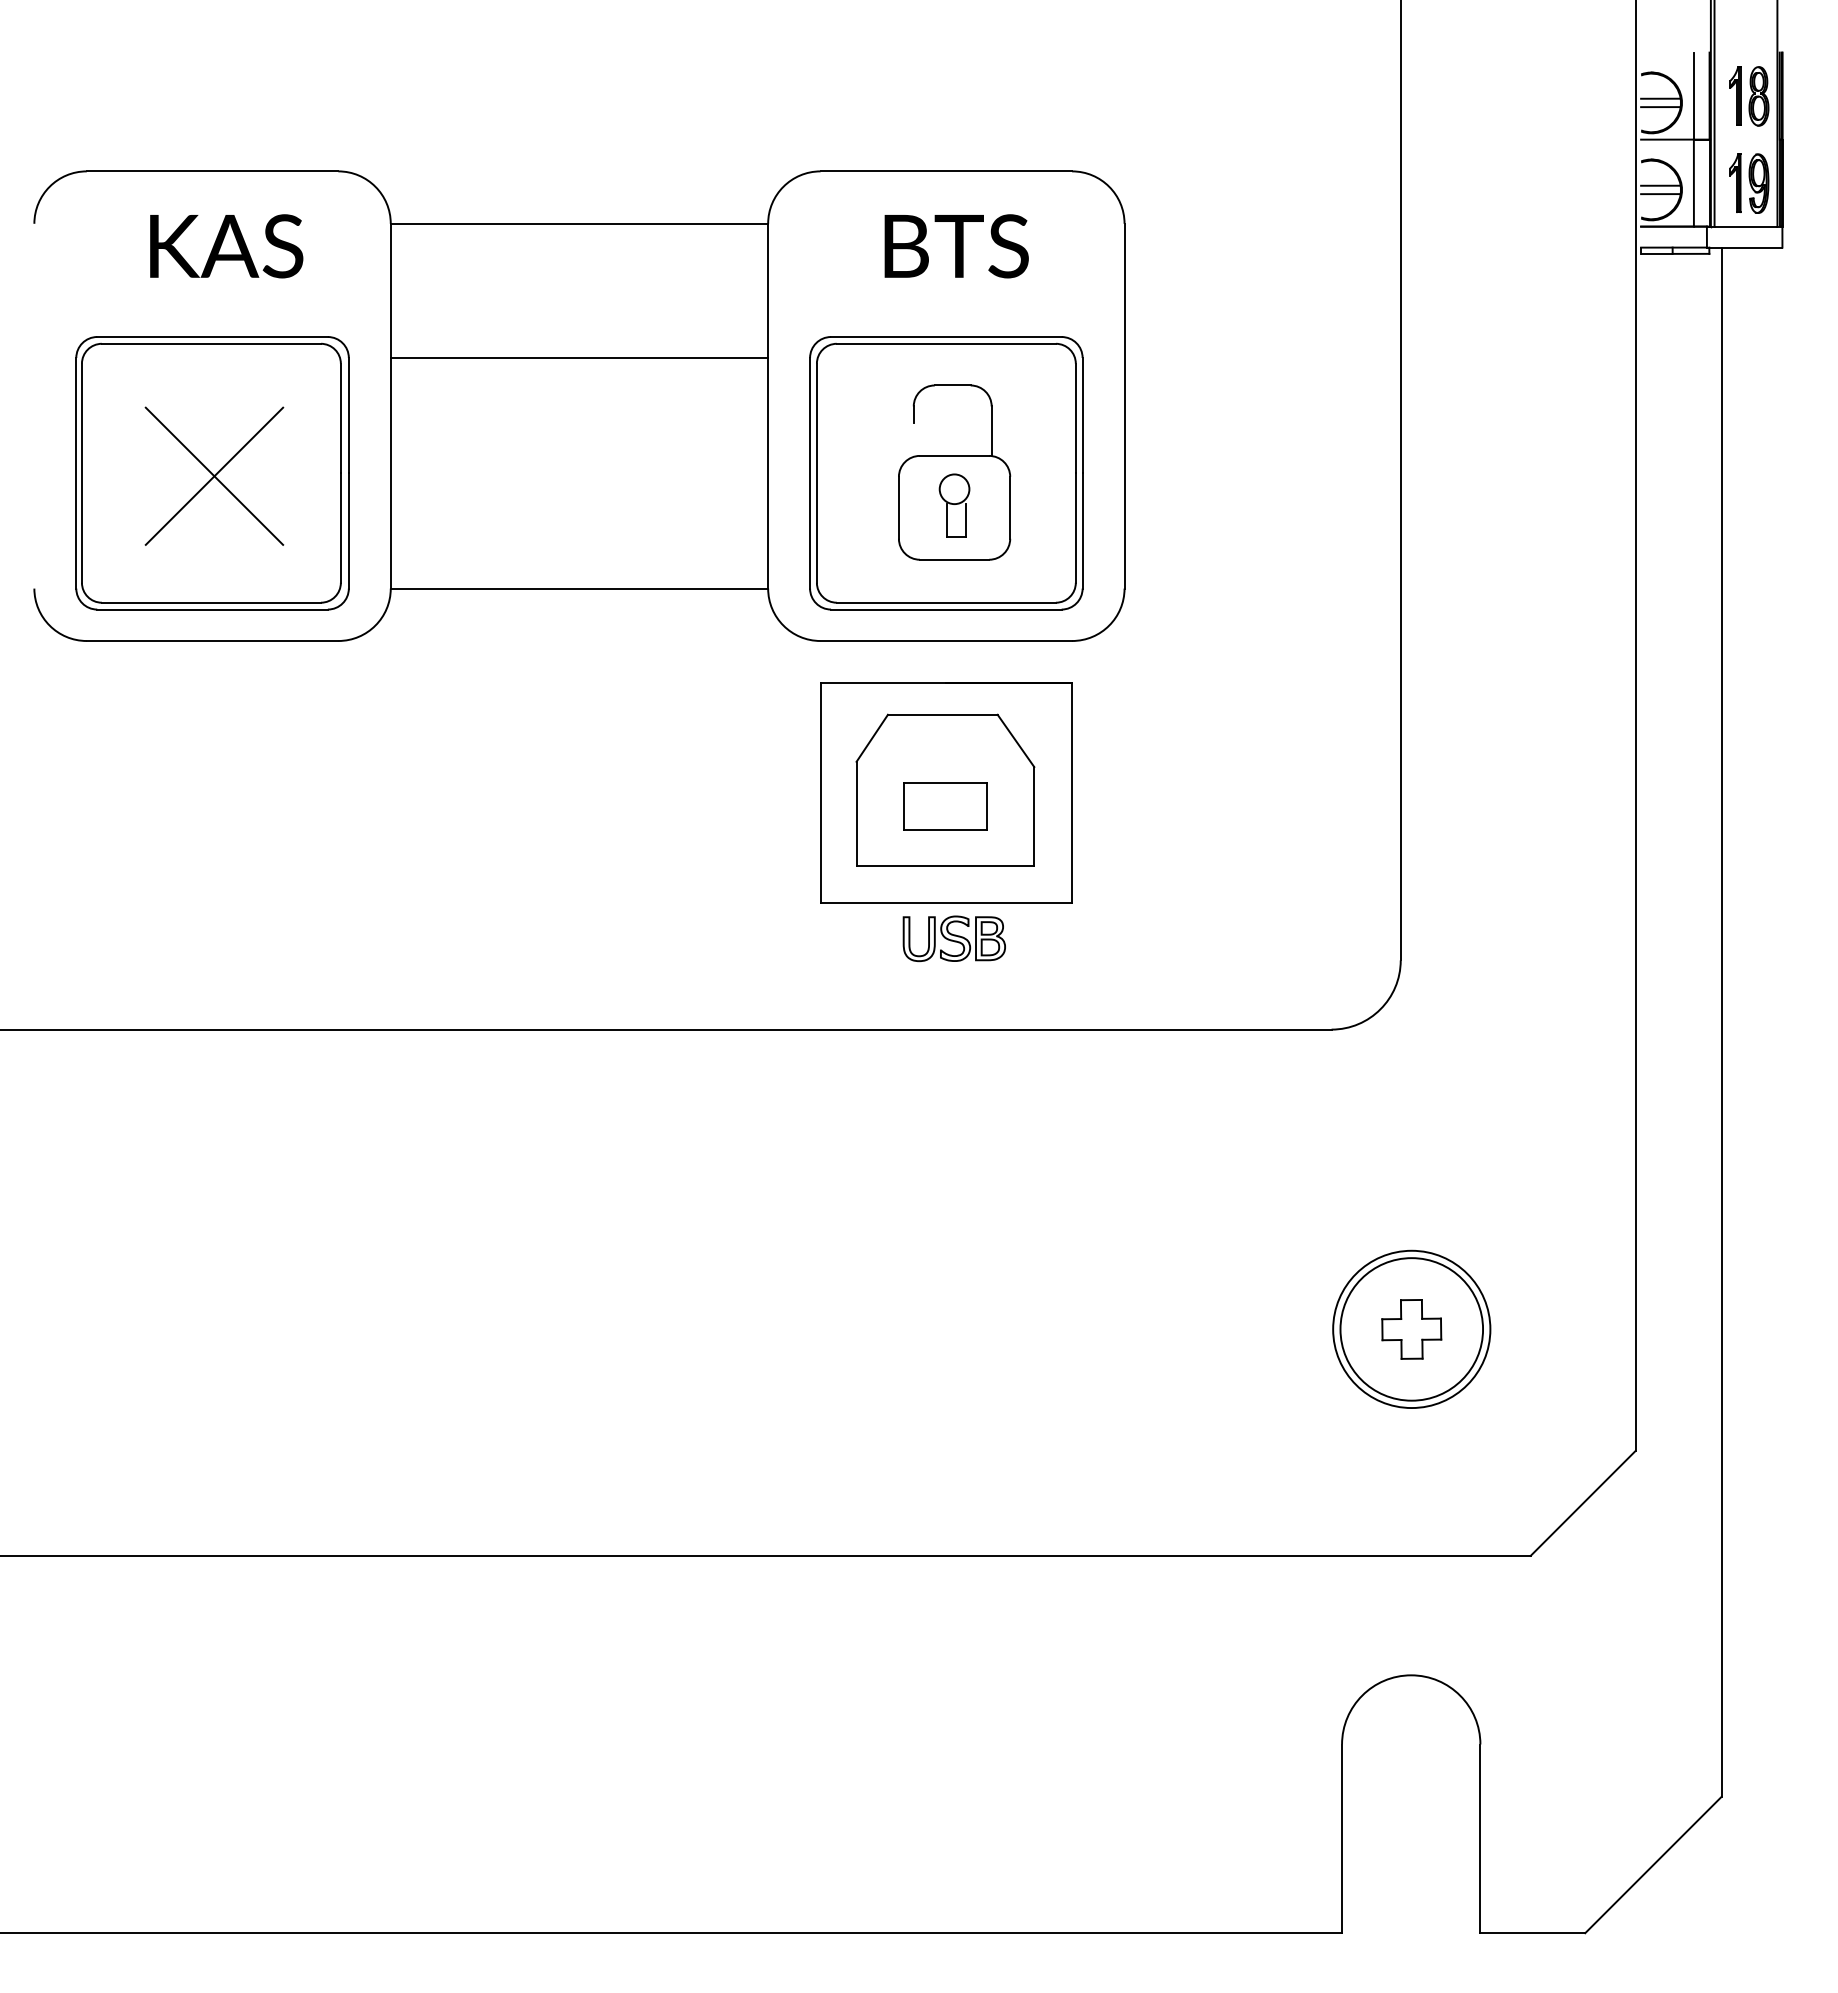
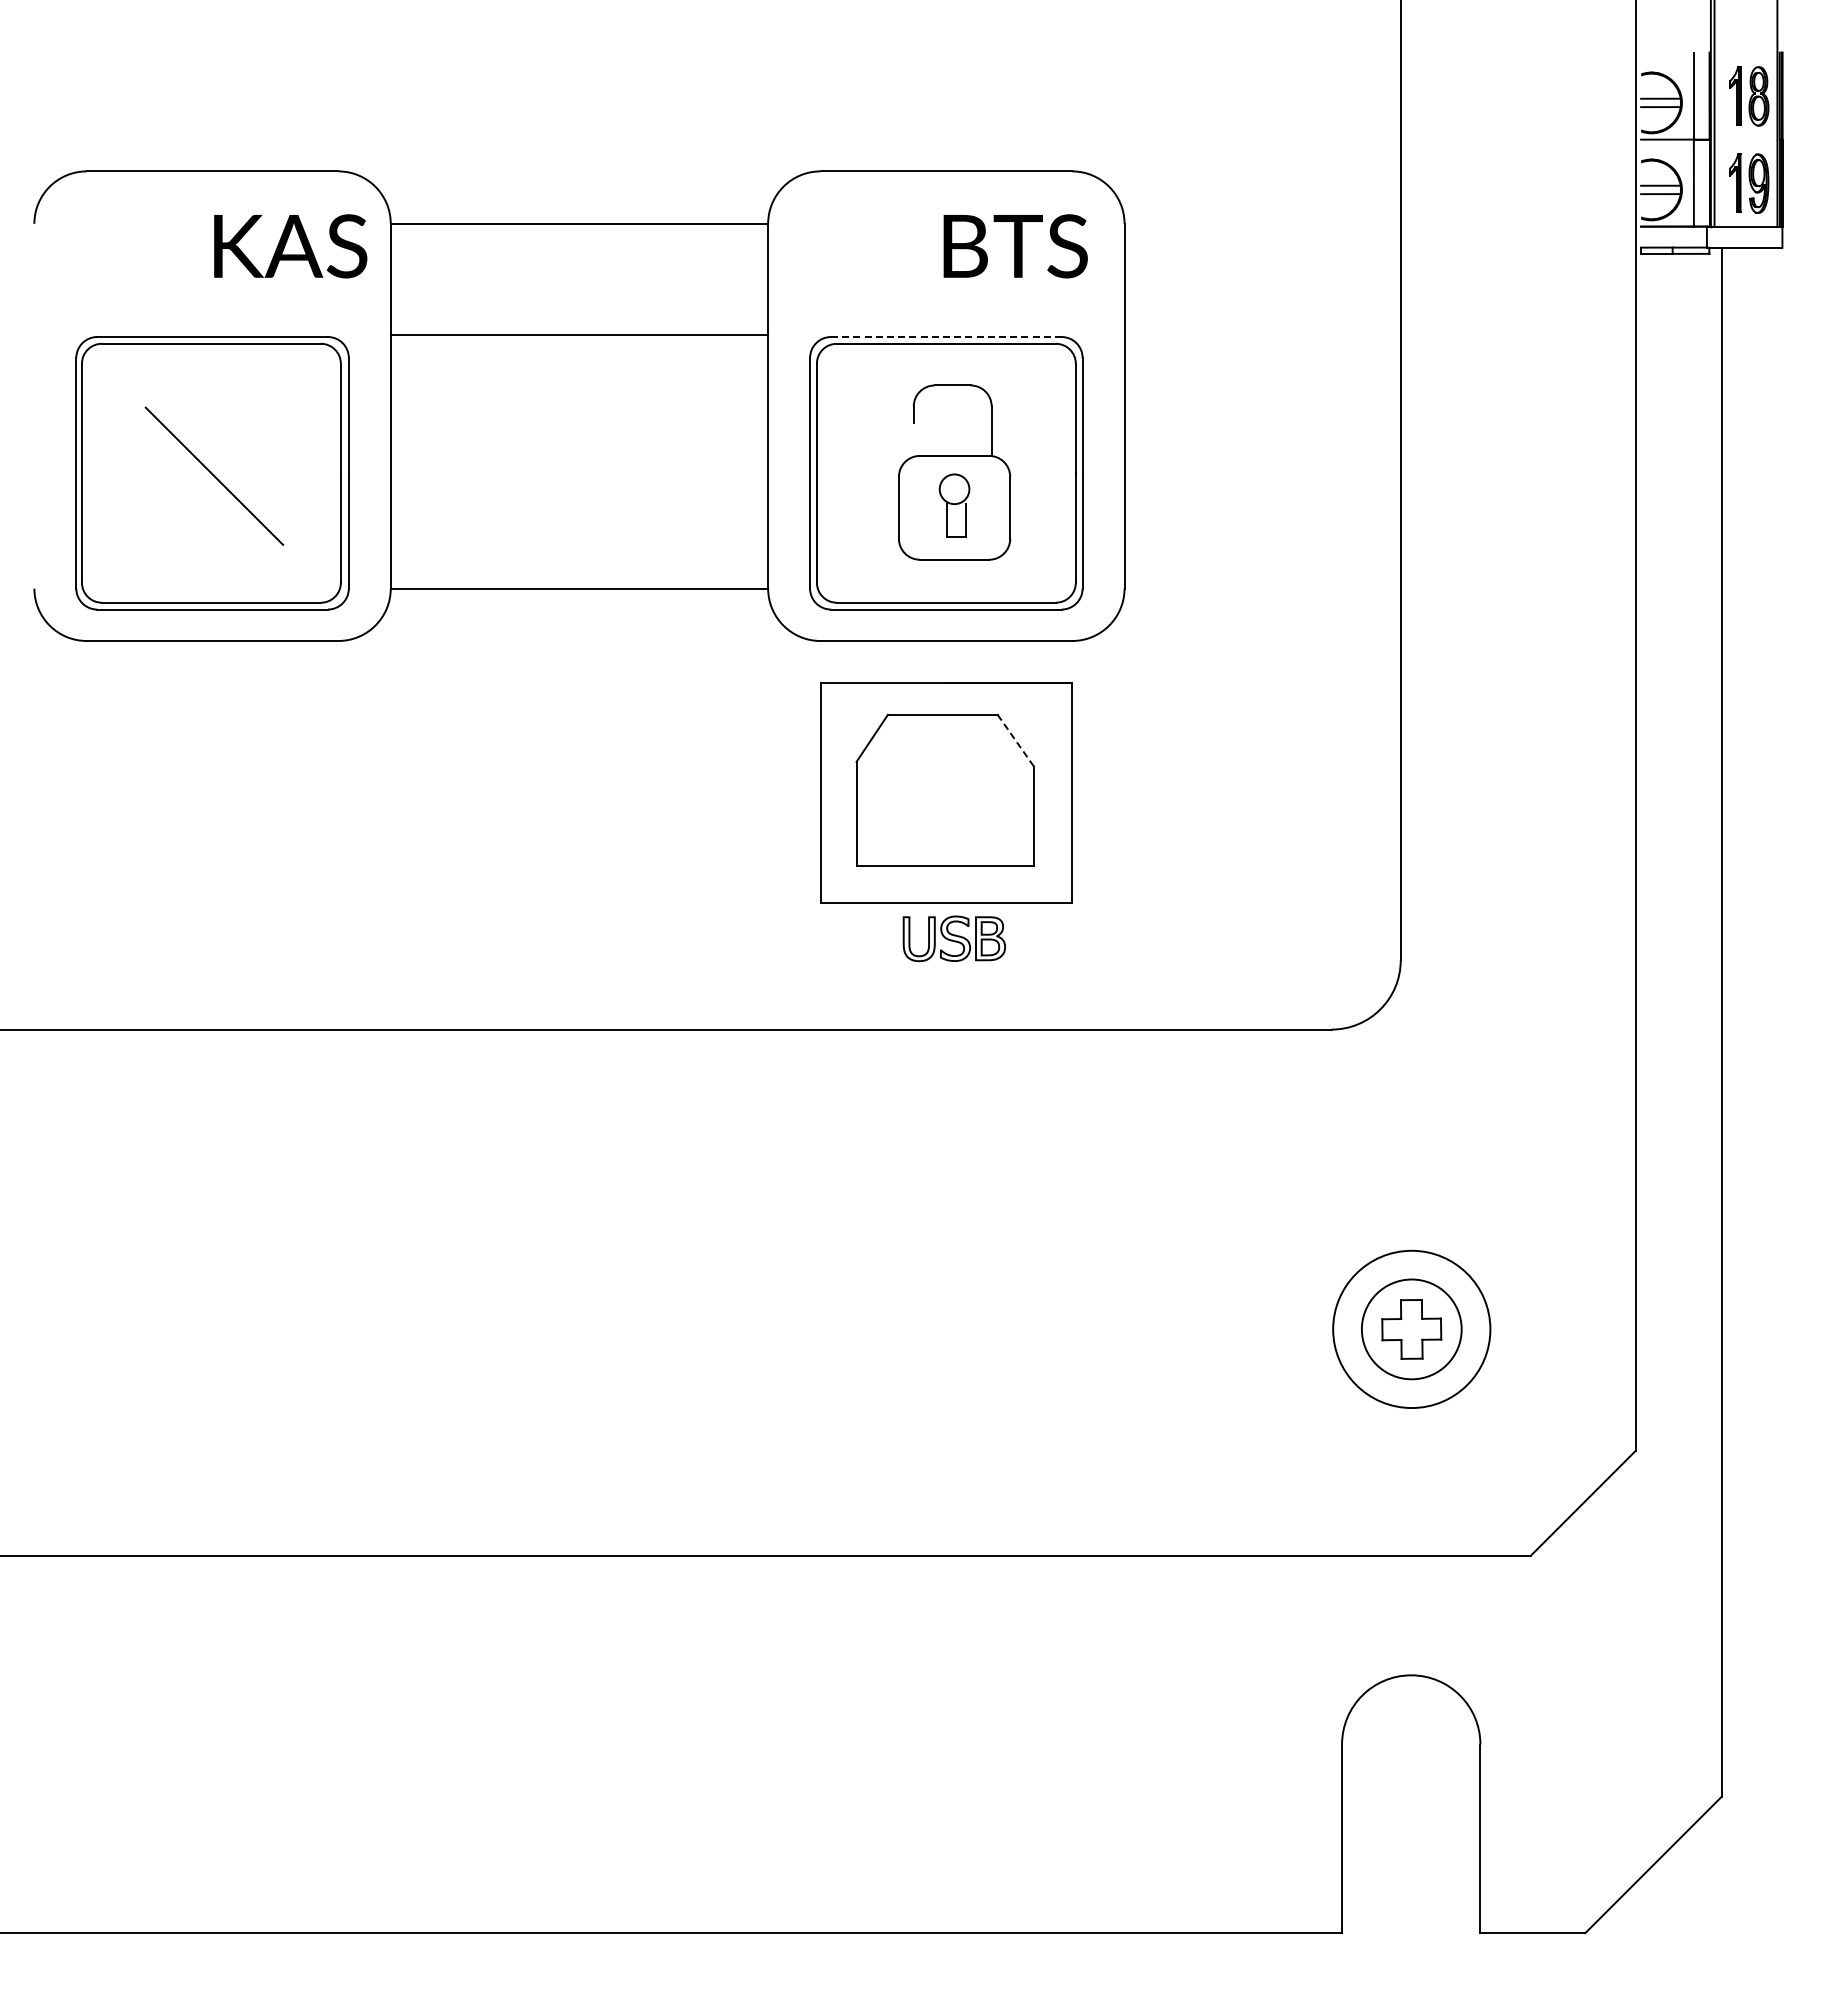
text at (226, 246) position: (226, 246) -> (290, 246)
text at (956, 246) position: (956, 246) -> (1015, 246)
line at (946, 337): solid -> dashed
line at (579, 357) position: (579, 357) -> (579, 334)
line at (214, 475): present -> none
line at (1015, 740): solid -> dashed
part at (945, 806): present -> none
circle at (1411, 1329) diameter: 143 px -> 100 px
